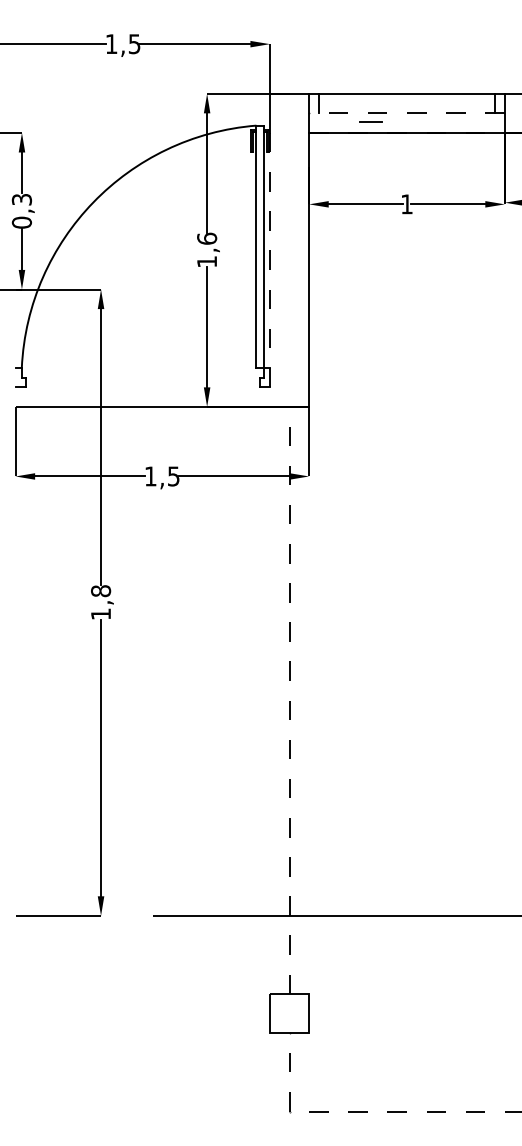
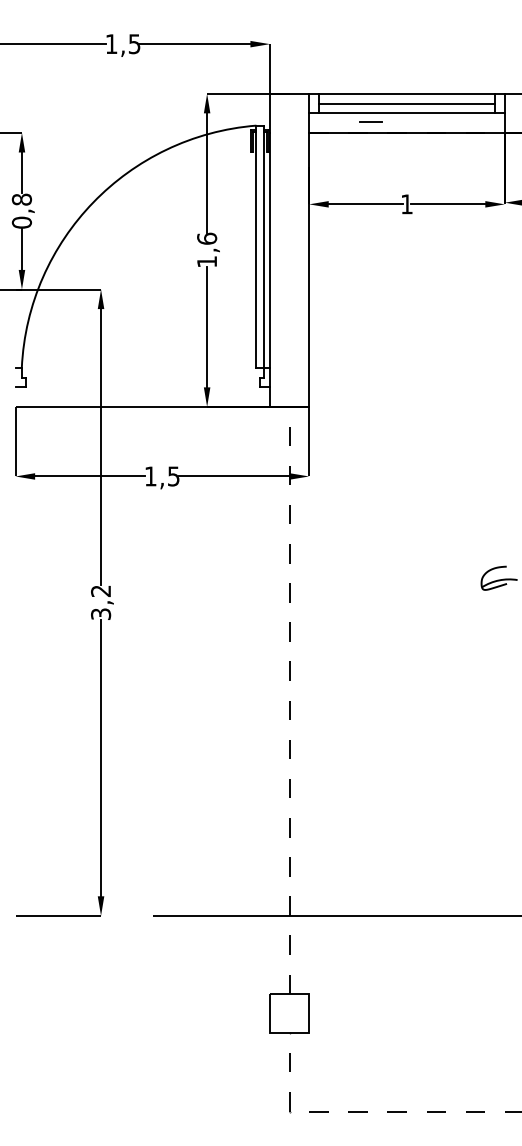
line at (406, 103): none -> present
line at (407, 113): dashed -> solid
text at (21, 199): 0,3 -> 0,8
line at (270, 270): dashed -> solid
part at (498, 577): none -> present
text at (101, 602): 1,8 -> 3,2
